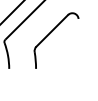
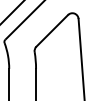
line at (81, 57): none -> present
line at (9, 82): none -> present
line at (36, 82): none -> present
